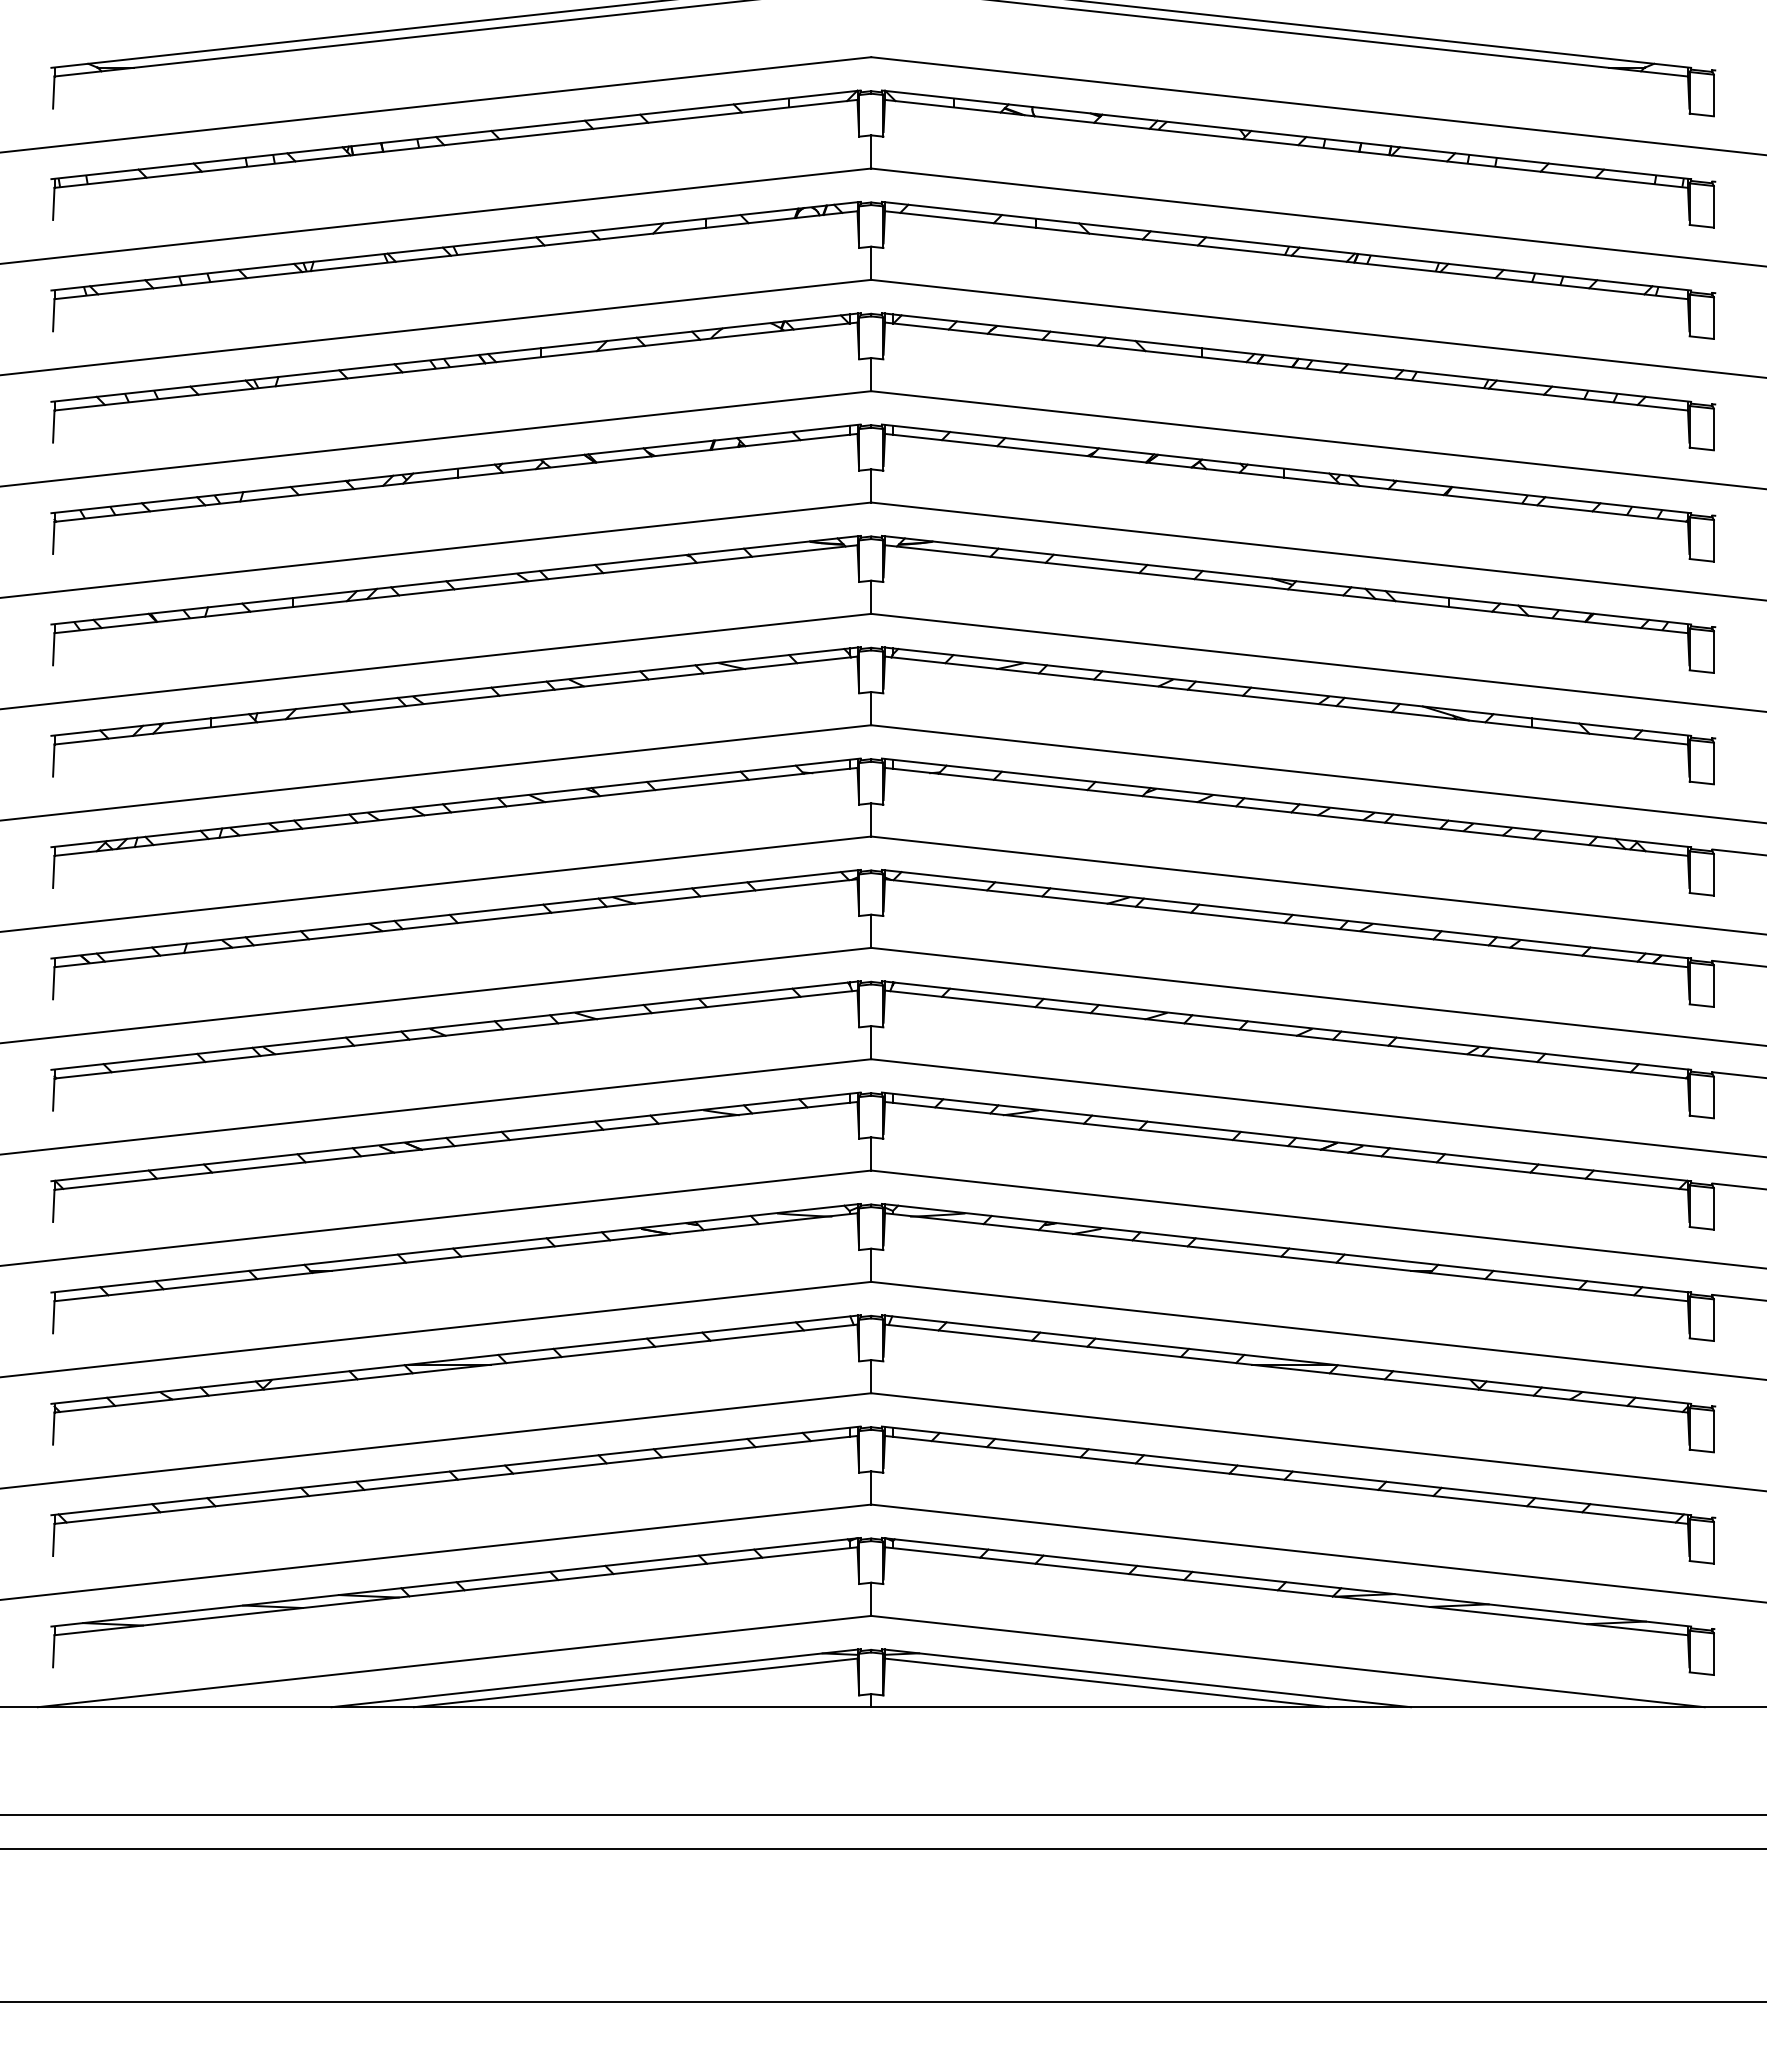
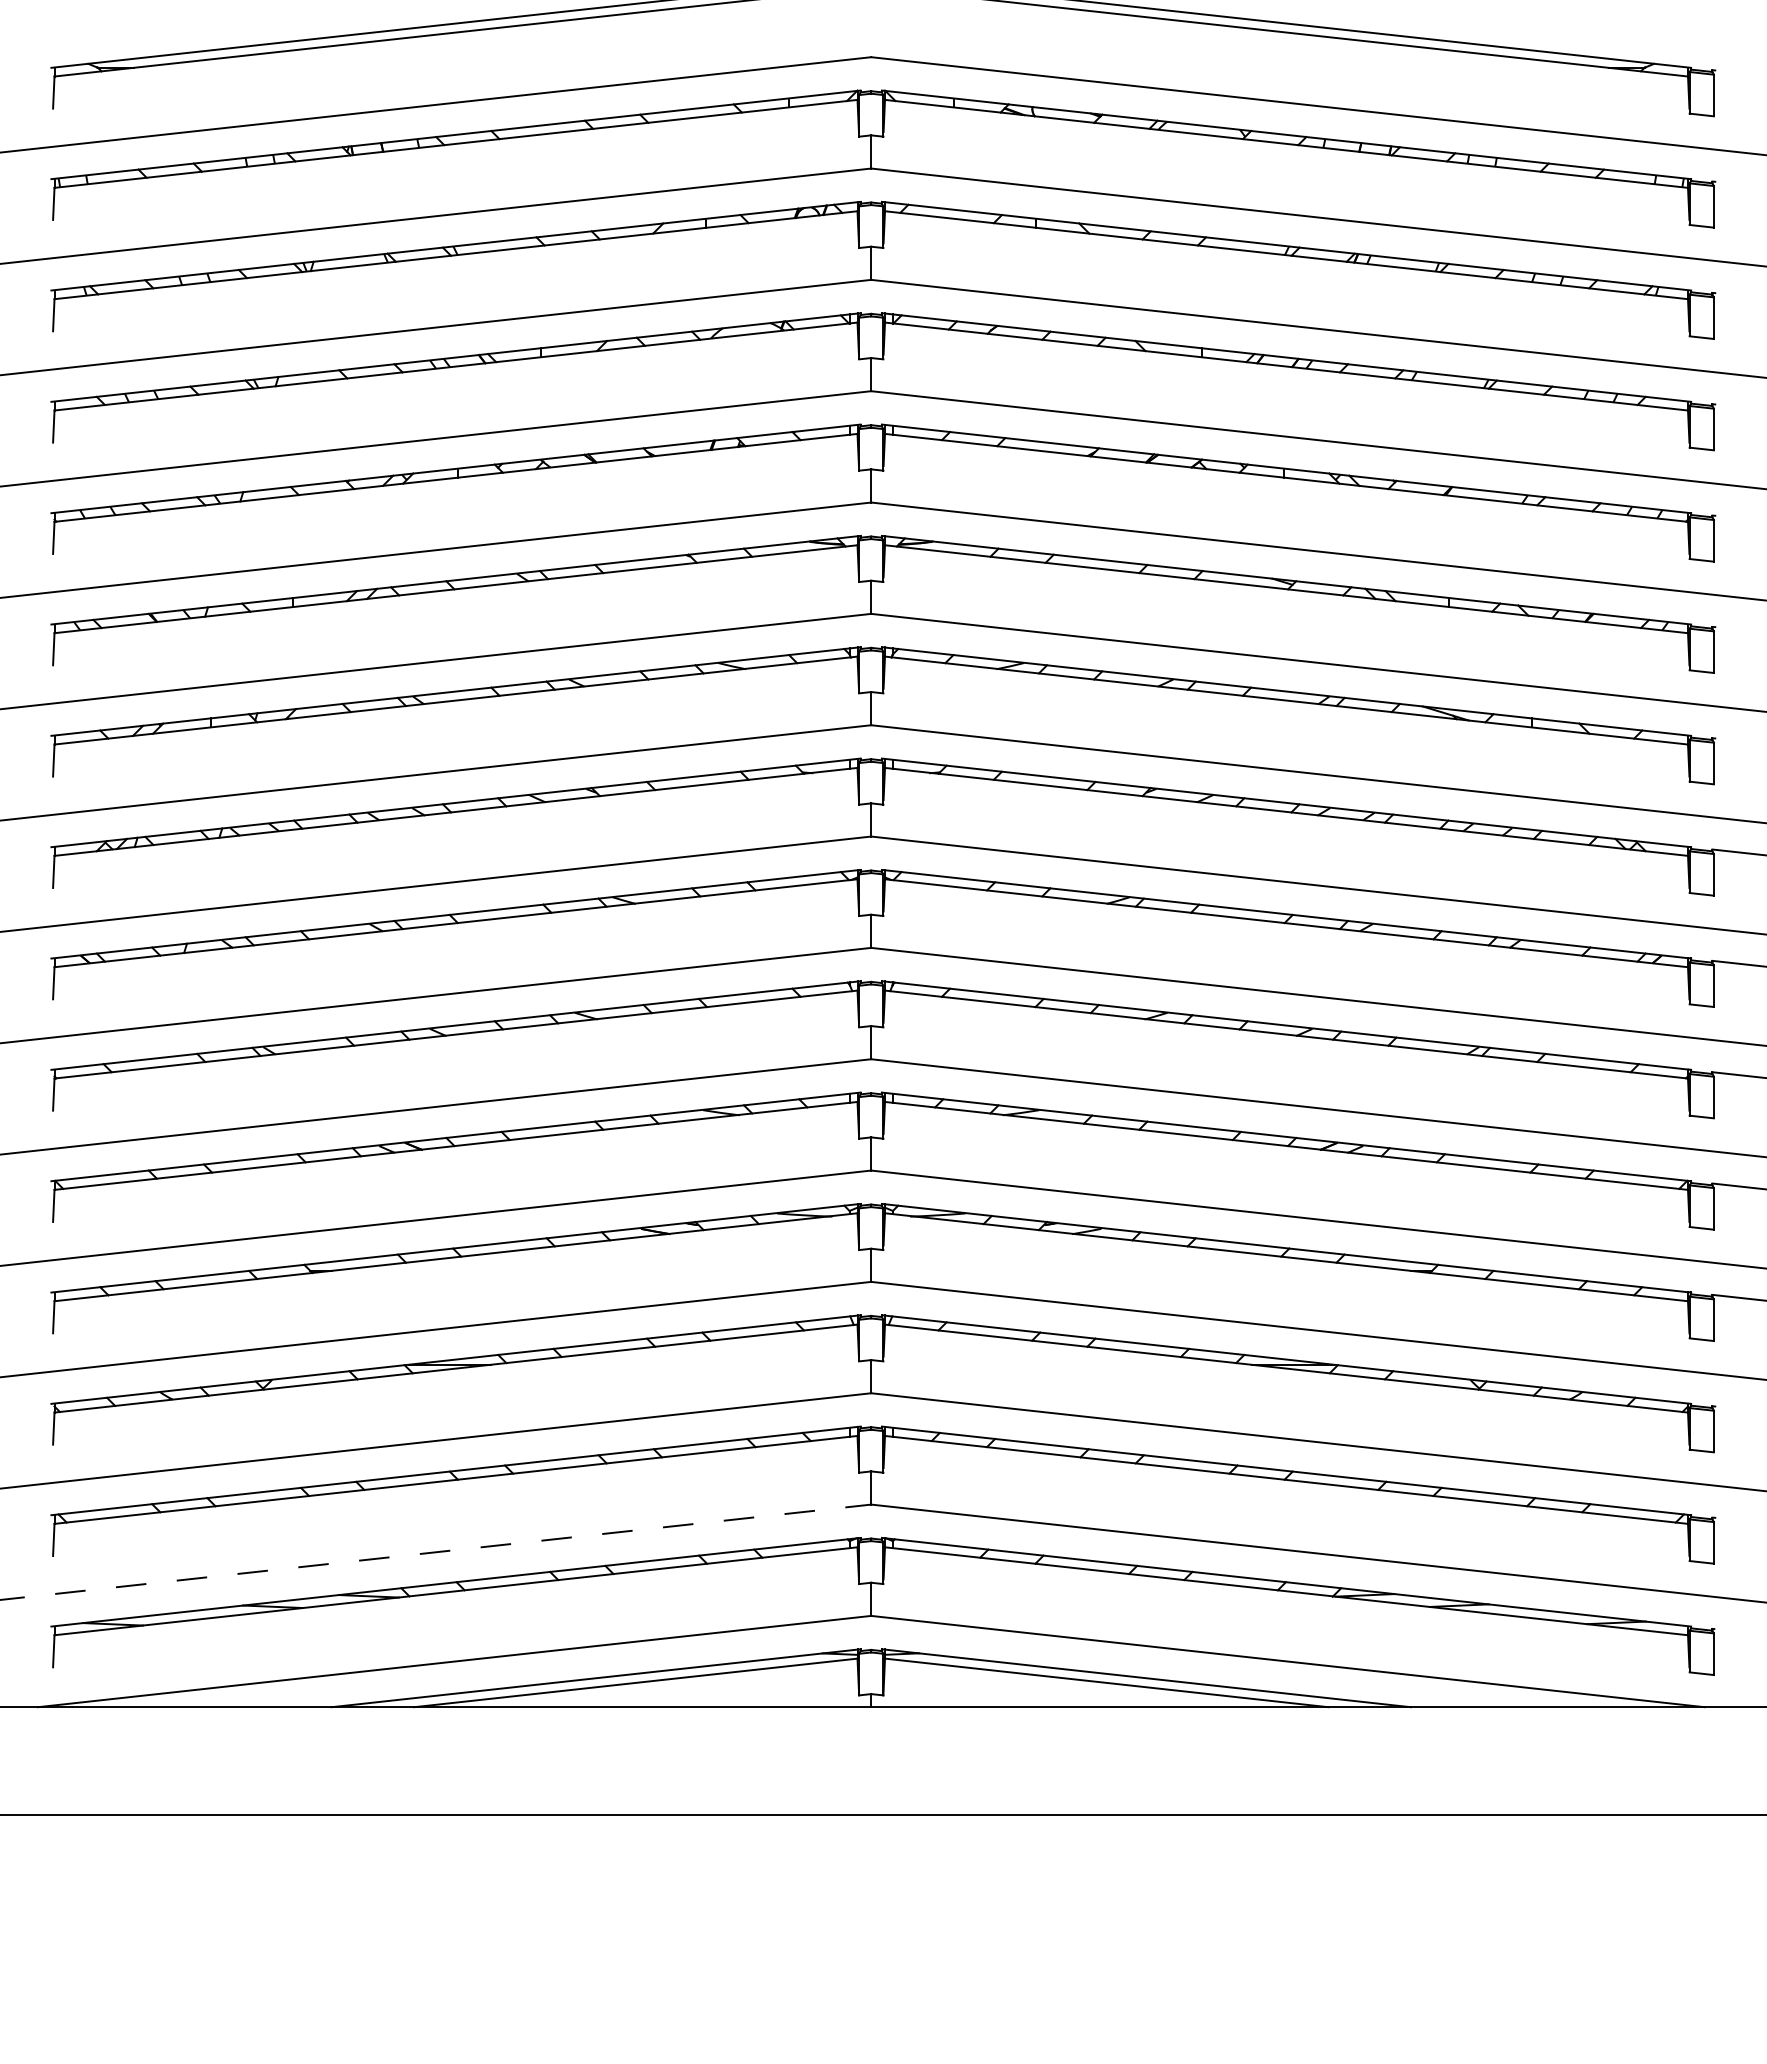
line at (435, 1552): solid -> dashed
line at (882, 1849): present -> none
line at (882, 2002): present -> none
